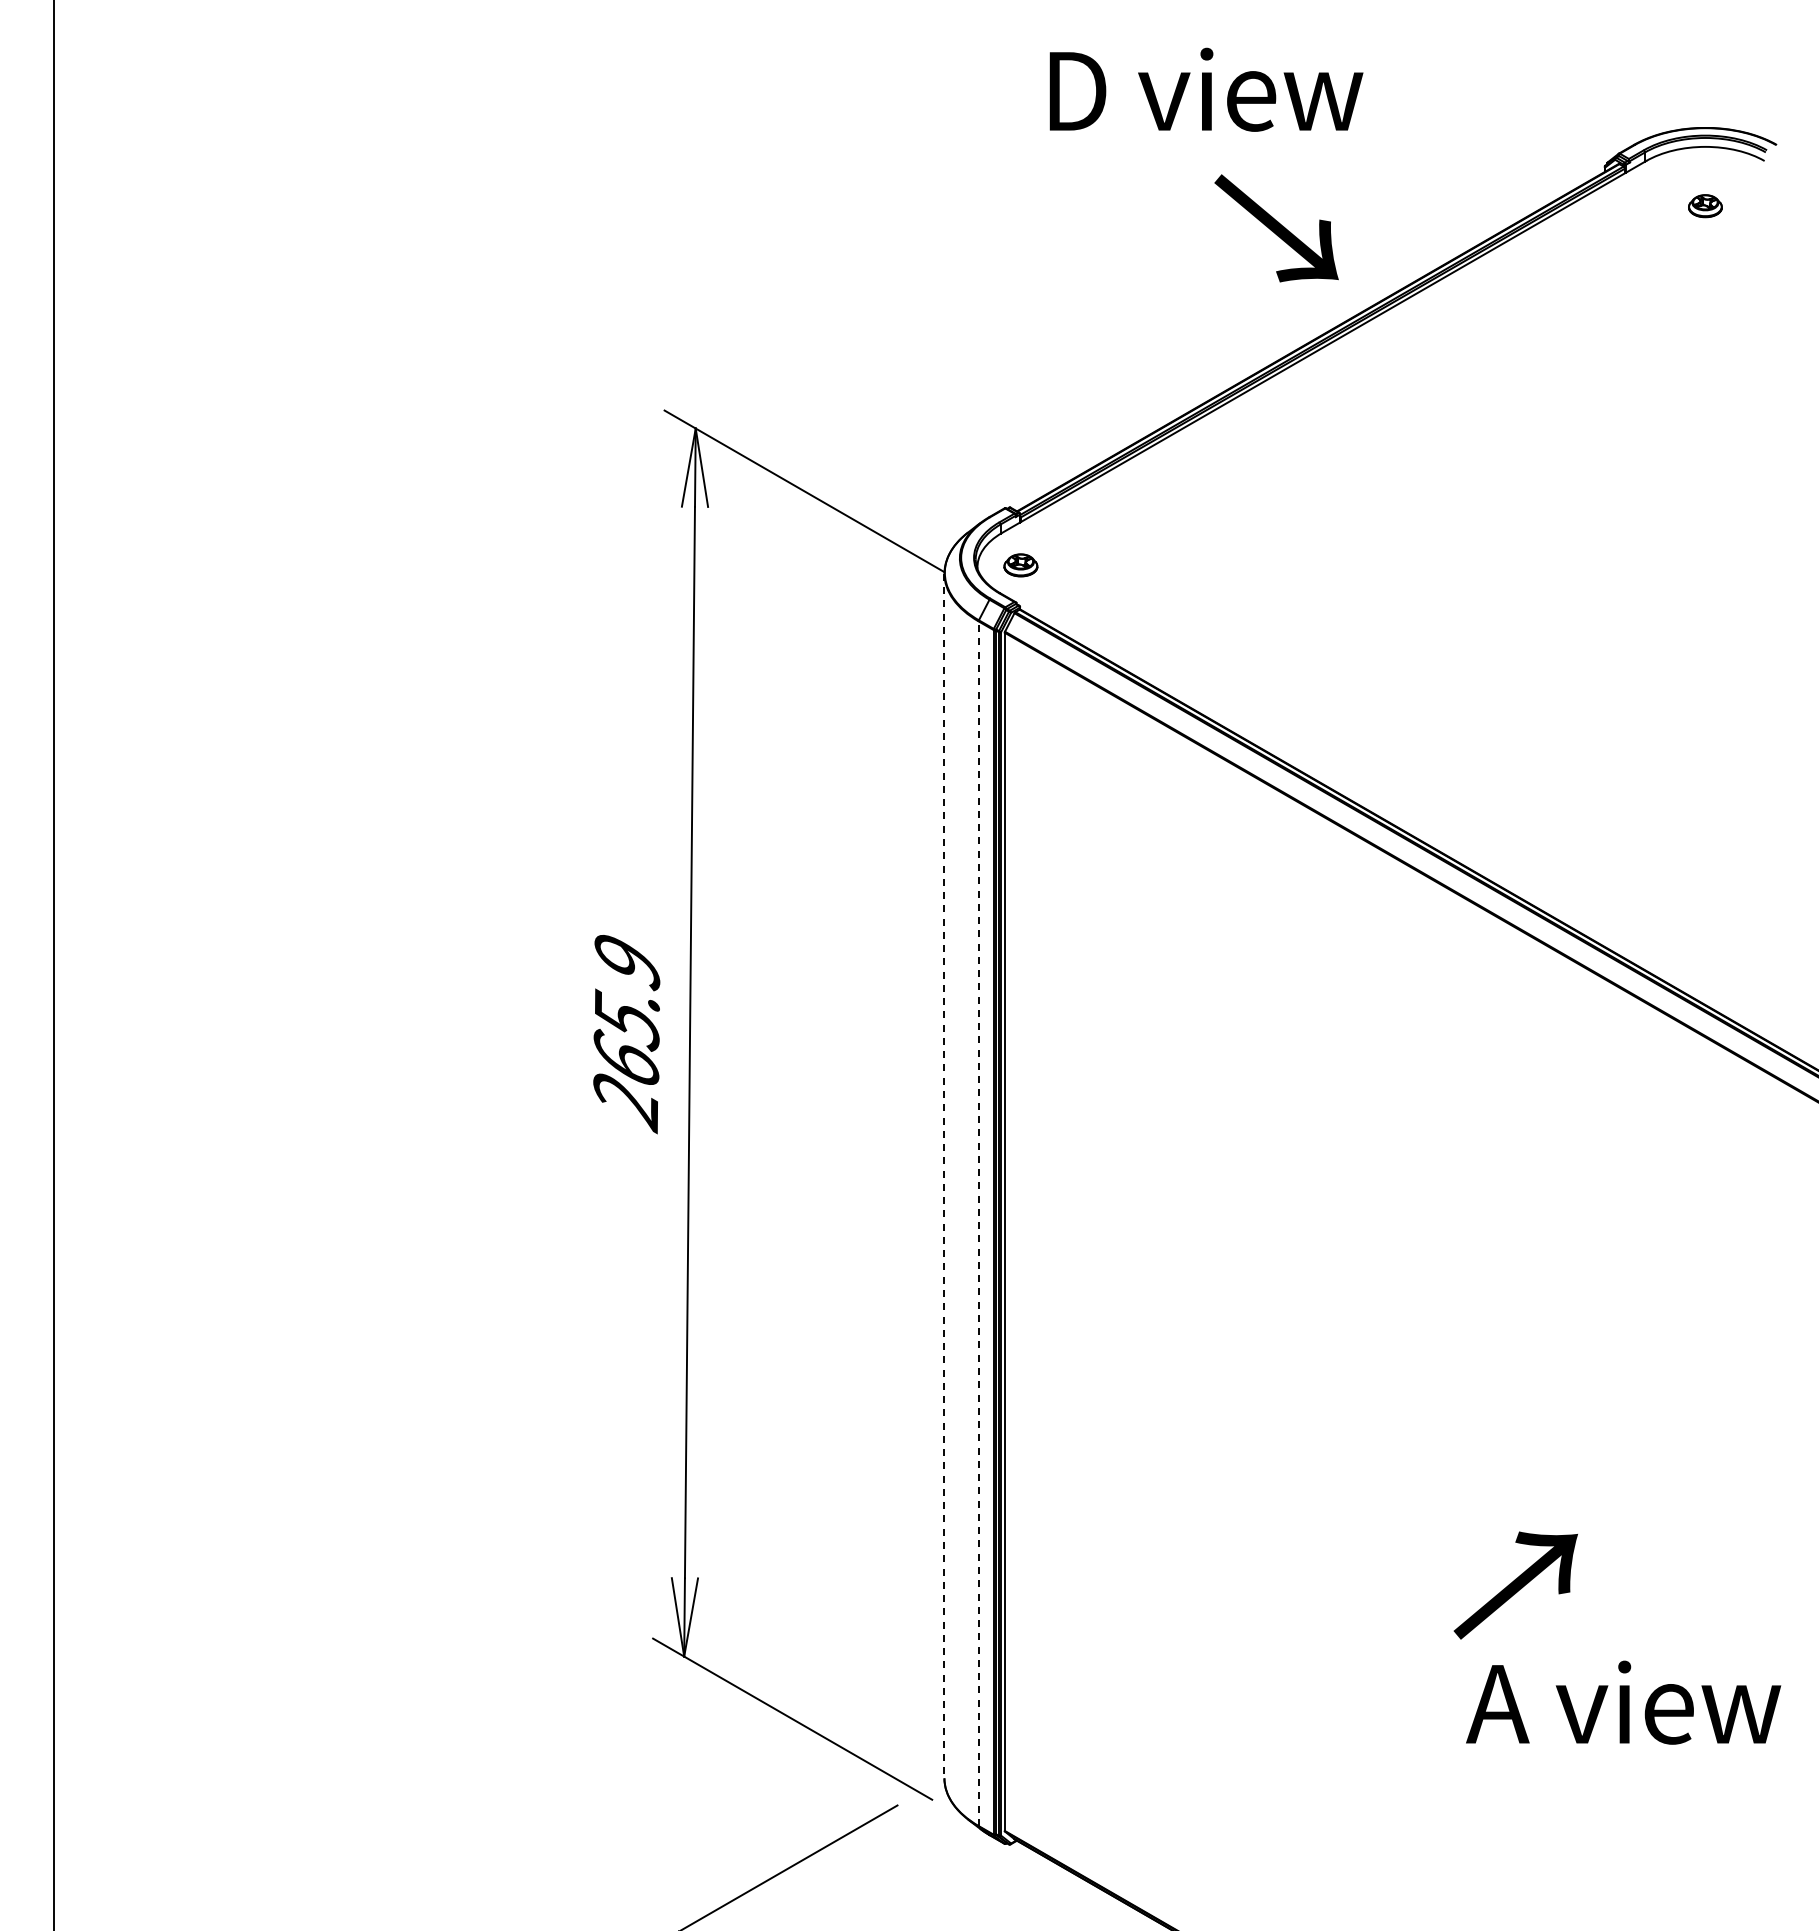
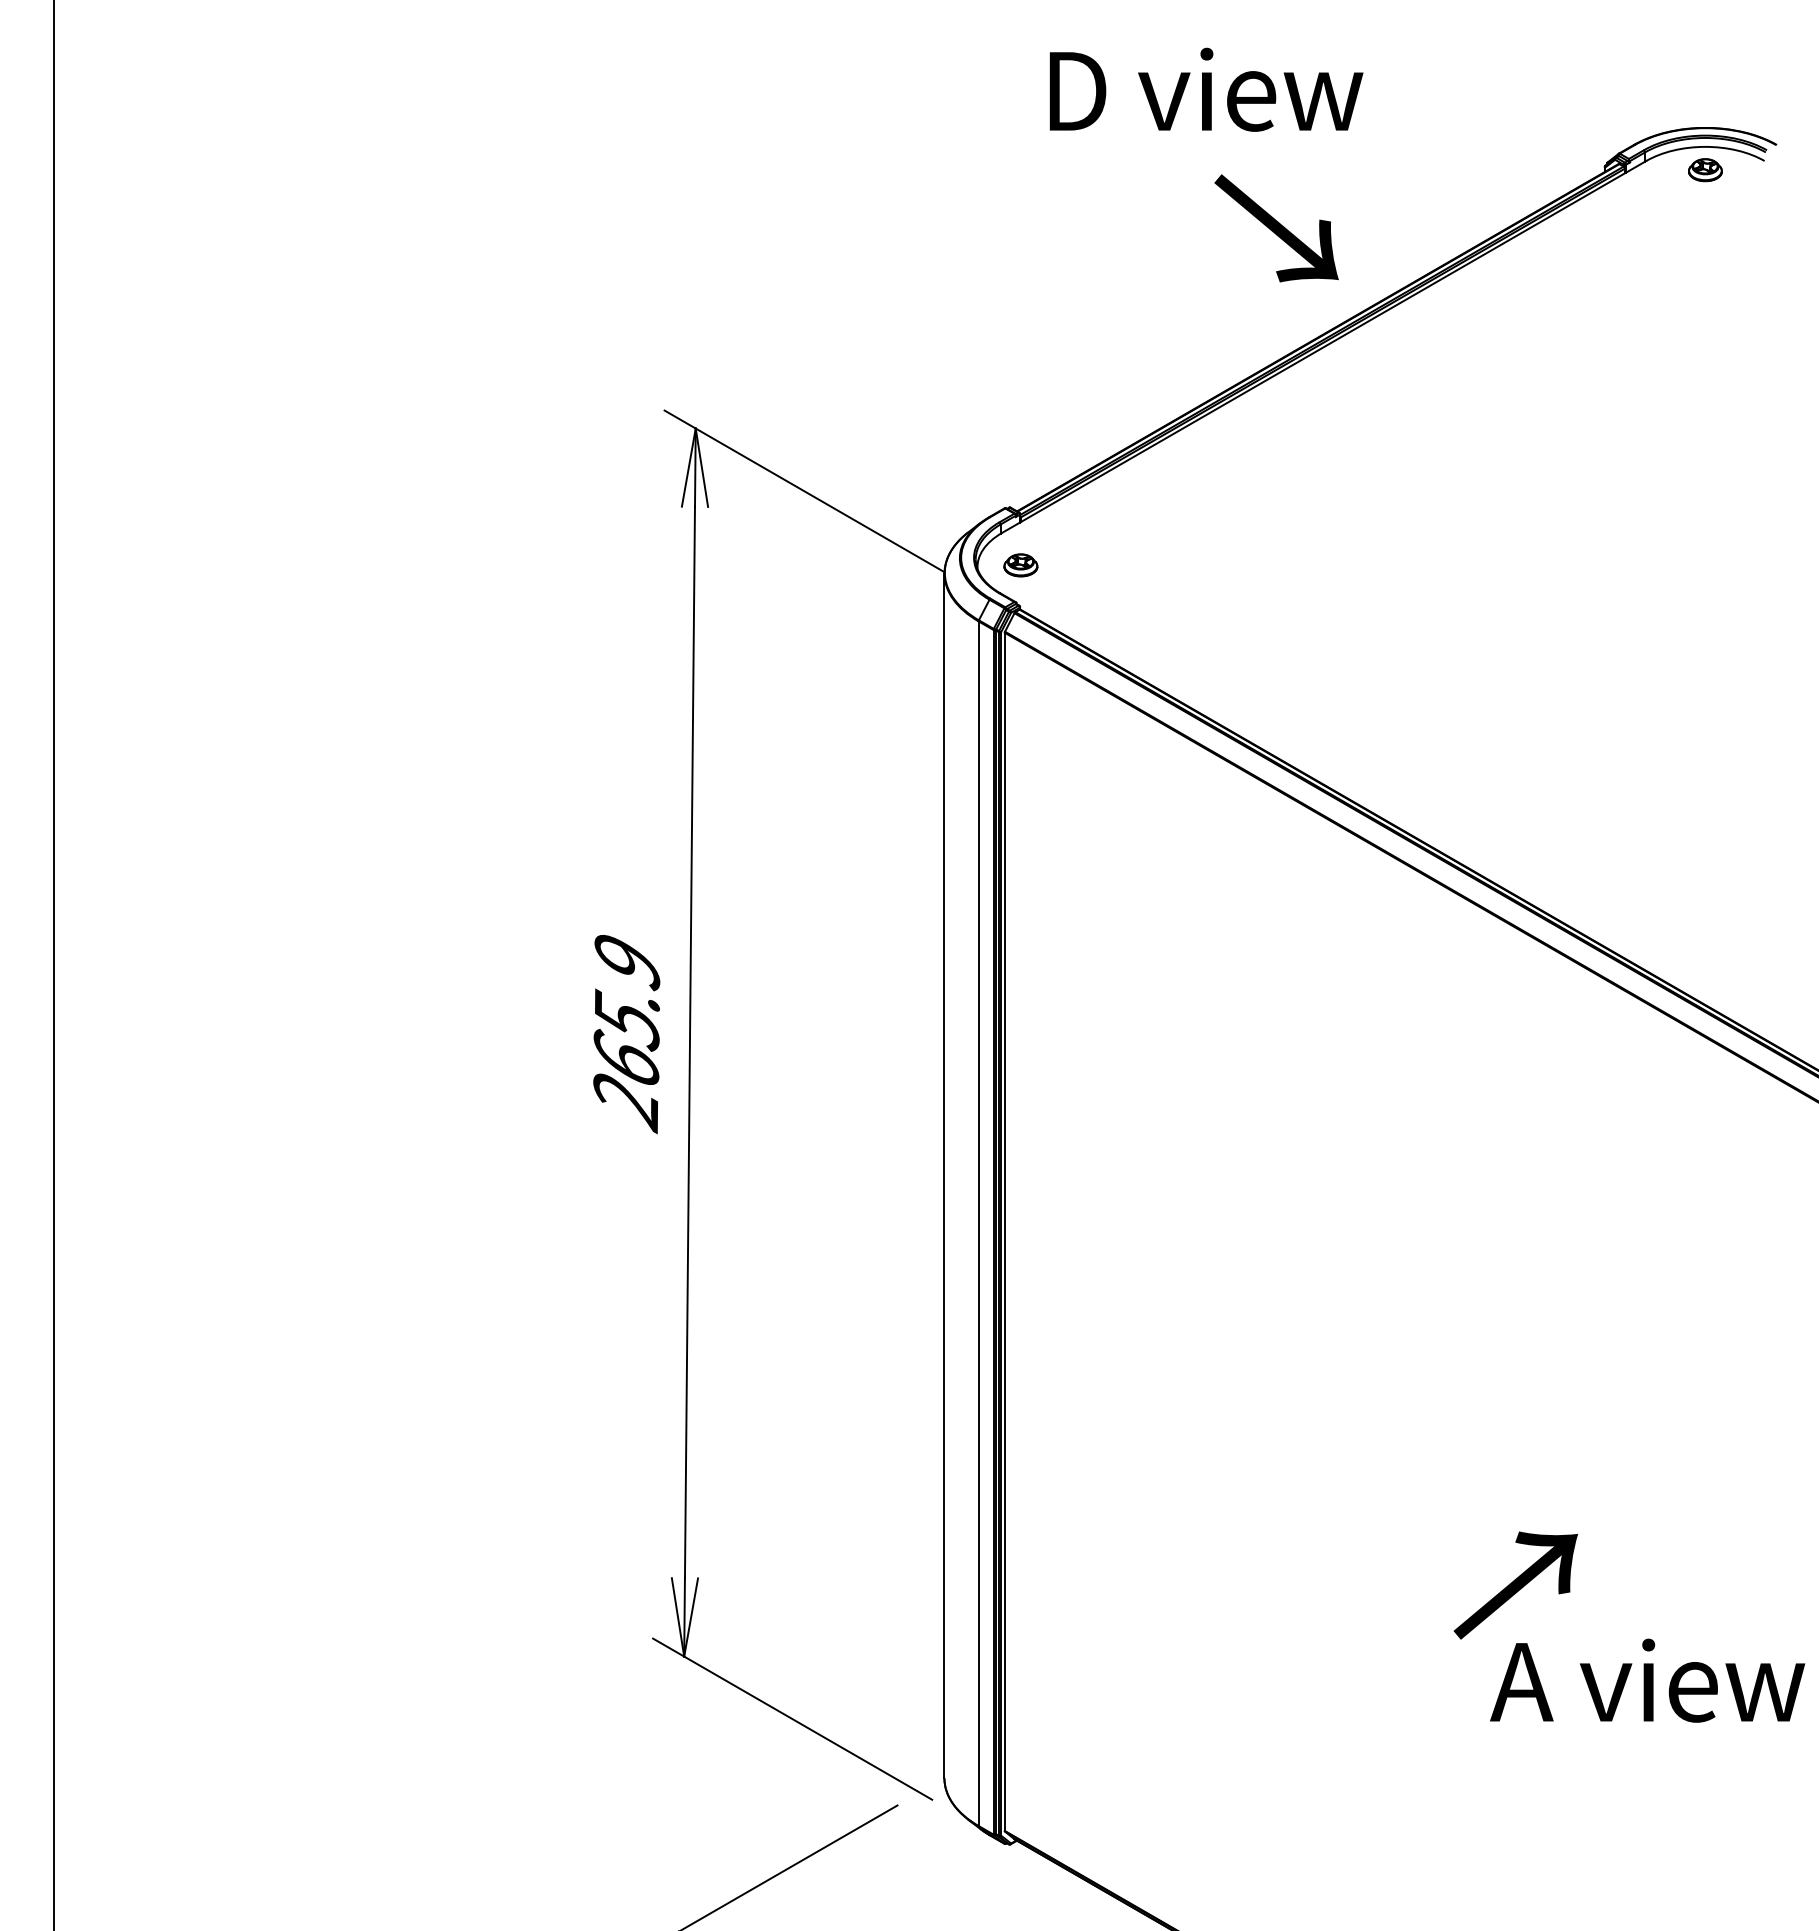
part at (1705, 206) position: (1705, 206) -> (1705, 170)
line at (944, 1176): dashed -> solid
line at (978, 1223): dashed -> solid
text at (1623, 1702) position: (1623, 1702) -> (1647, 1680)
